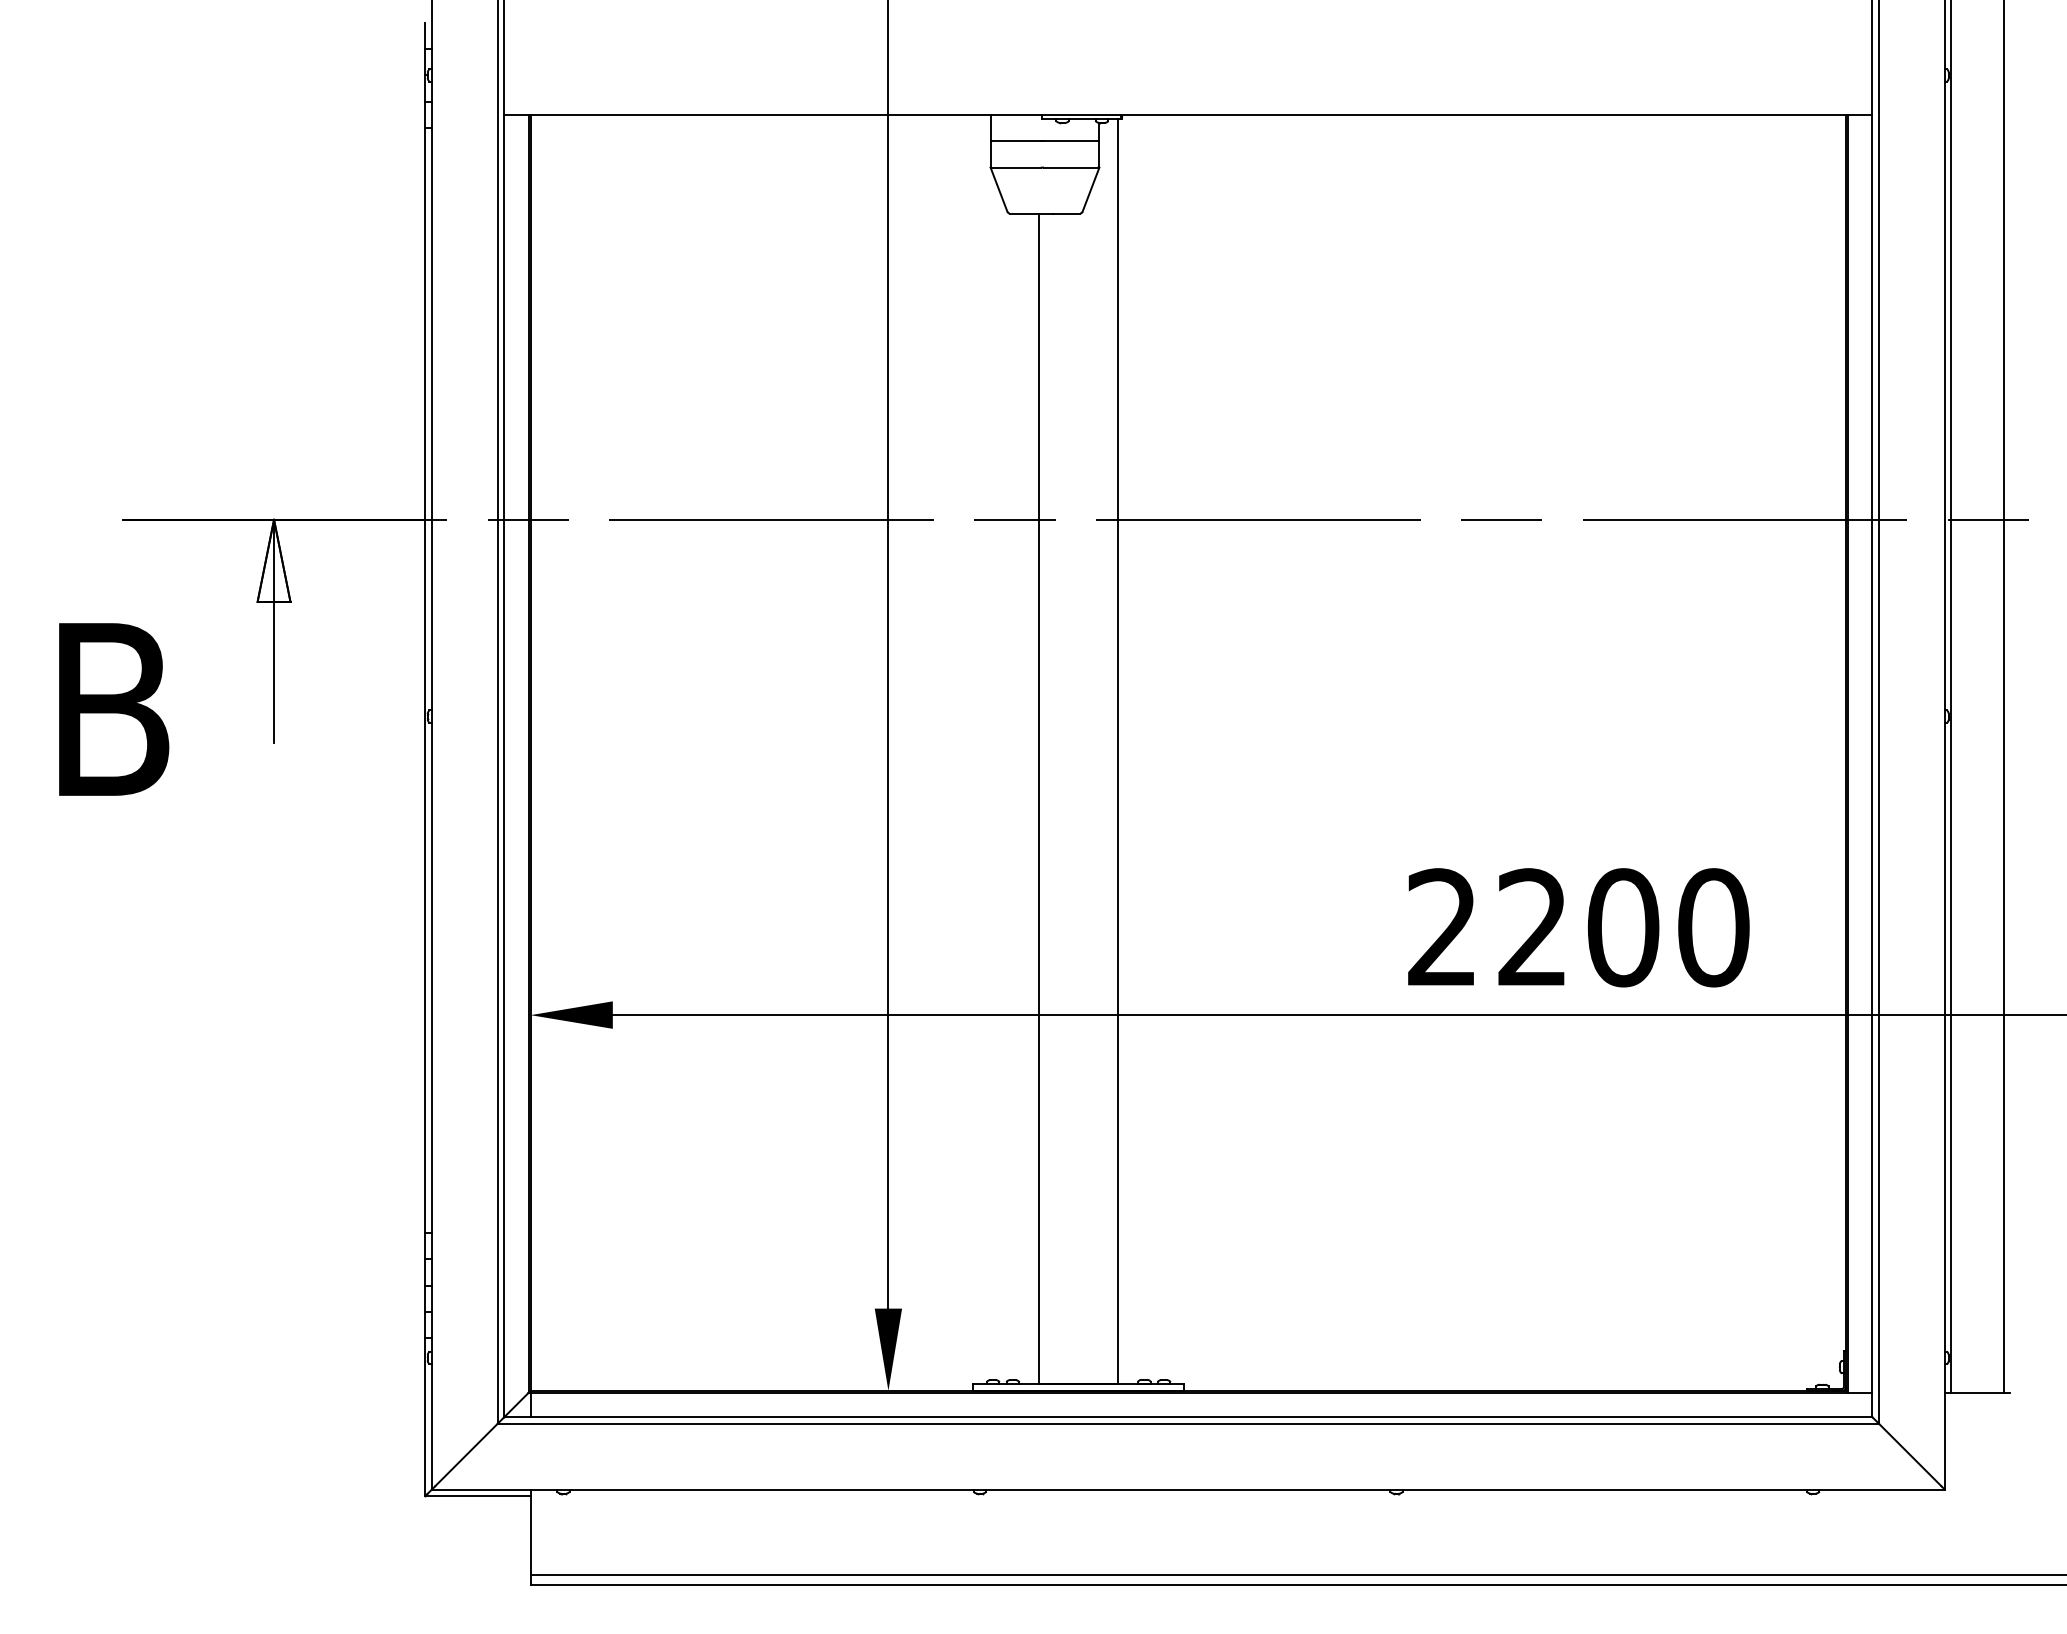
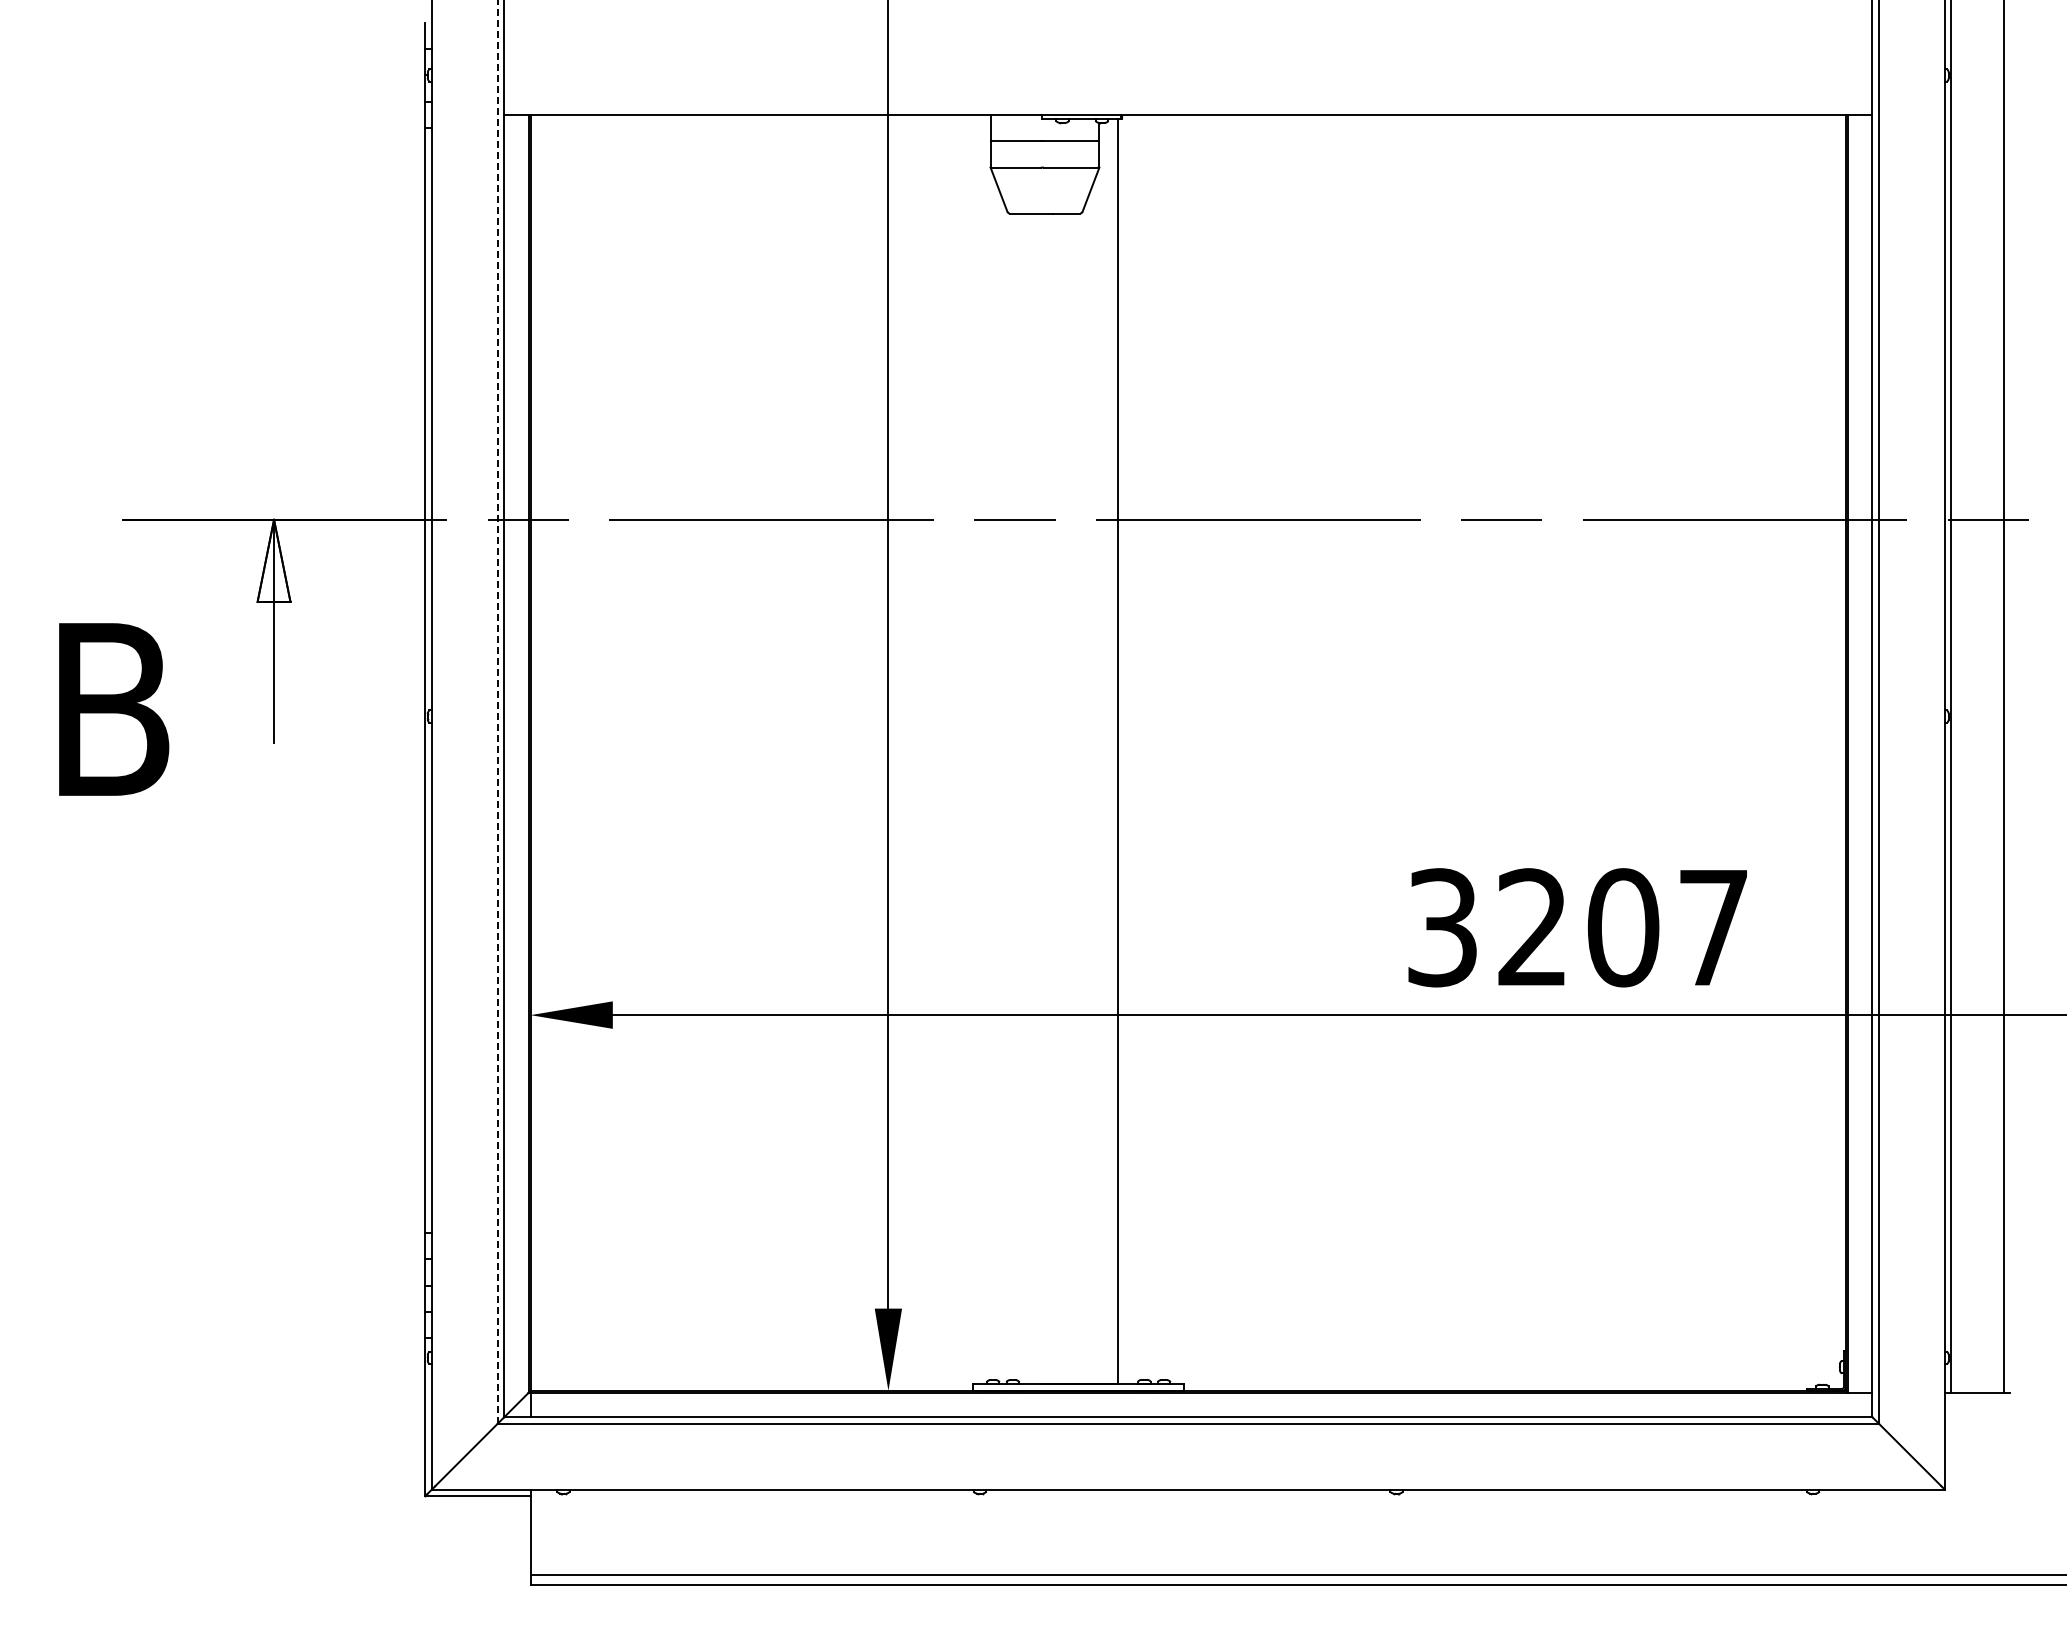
line at (497, 711): solid -> dashed
line at (1039, 798): present -> none
text at (1578, 927): 2200 -> 3207
